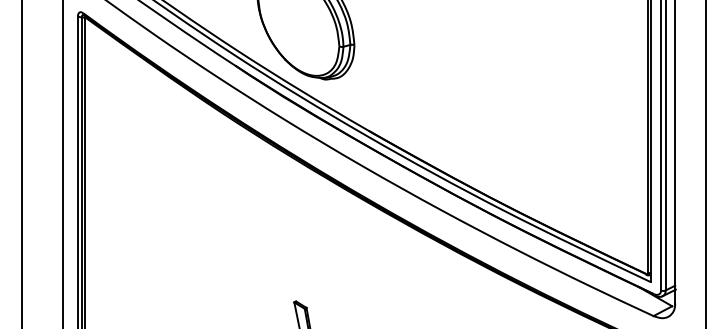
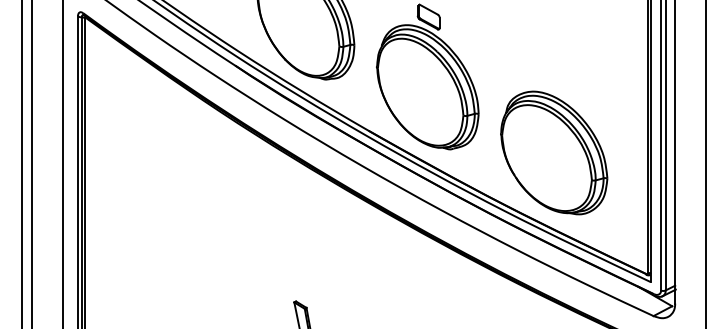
part at (427, 76): none -> present
part at (554, 152): none -> present
line at (32, 163): none -> present
